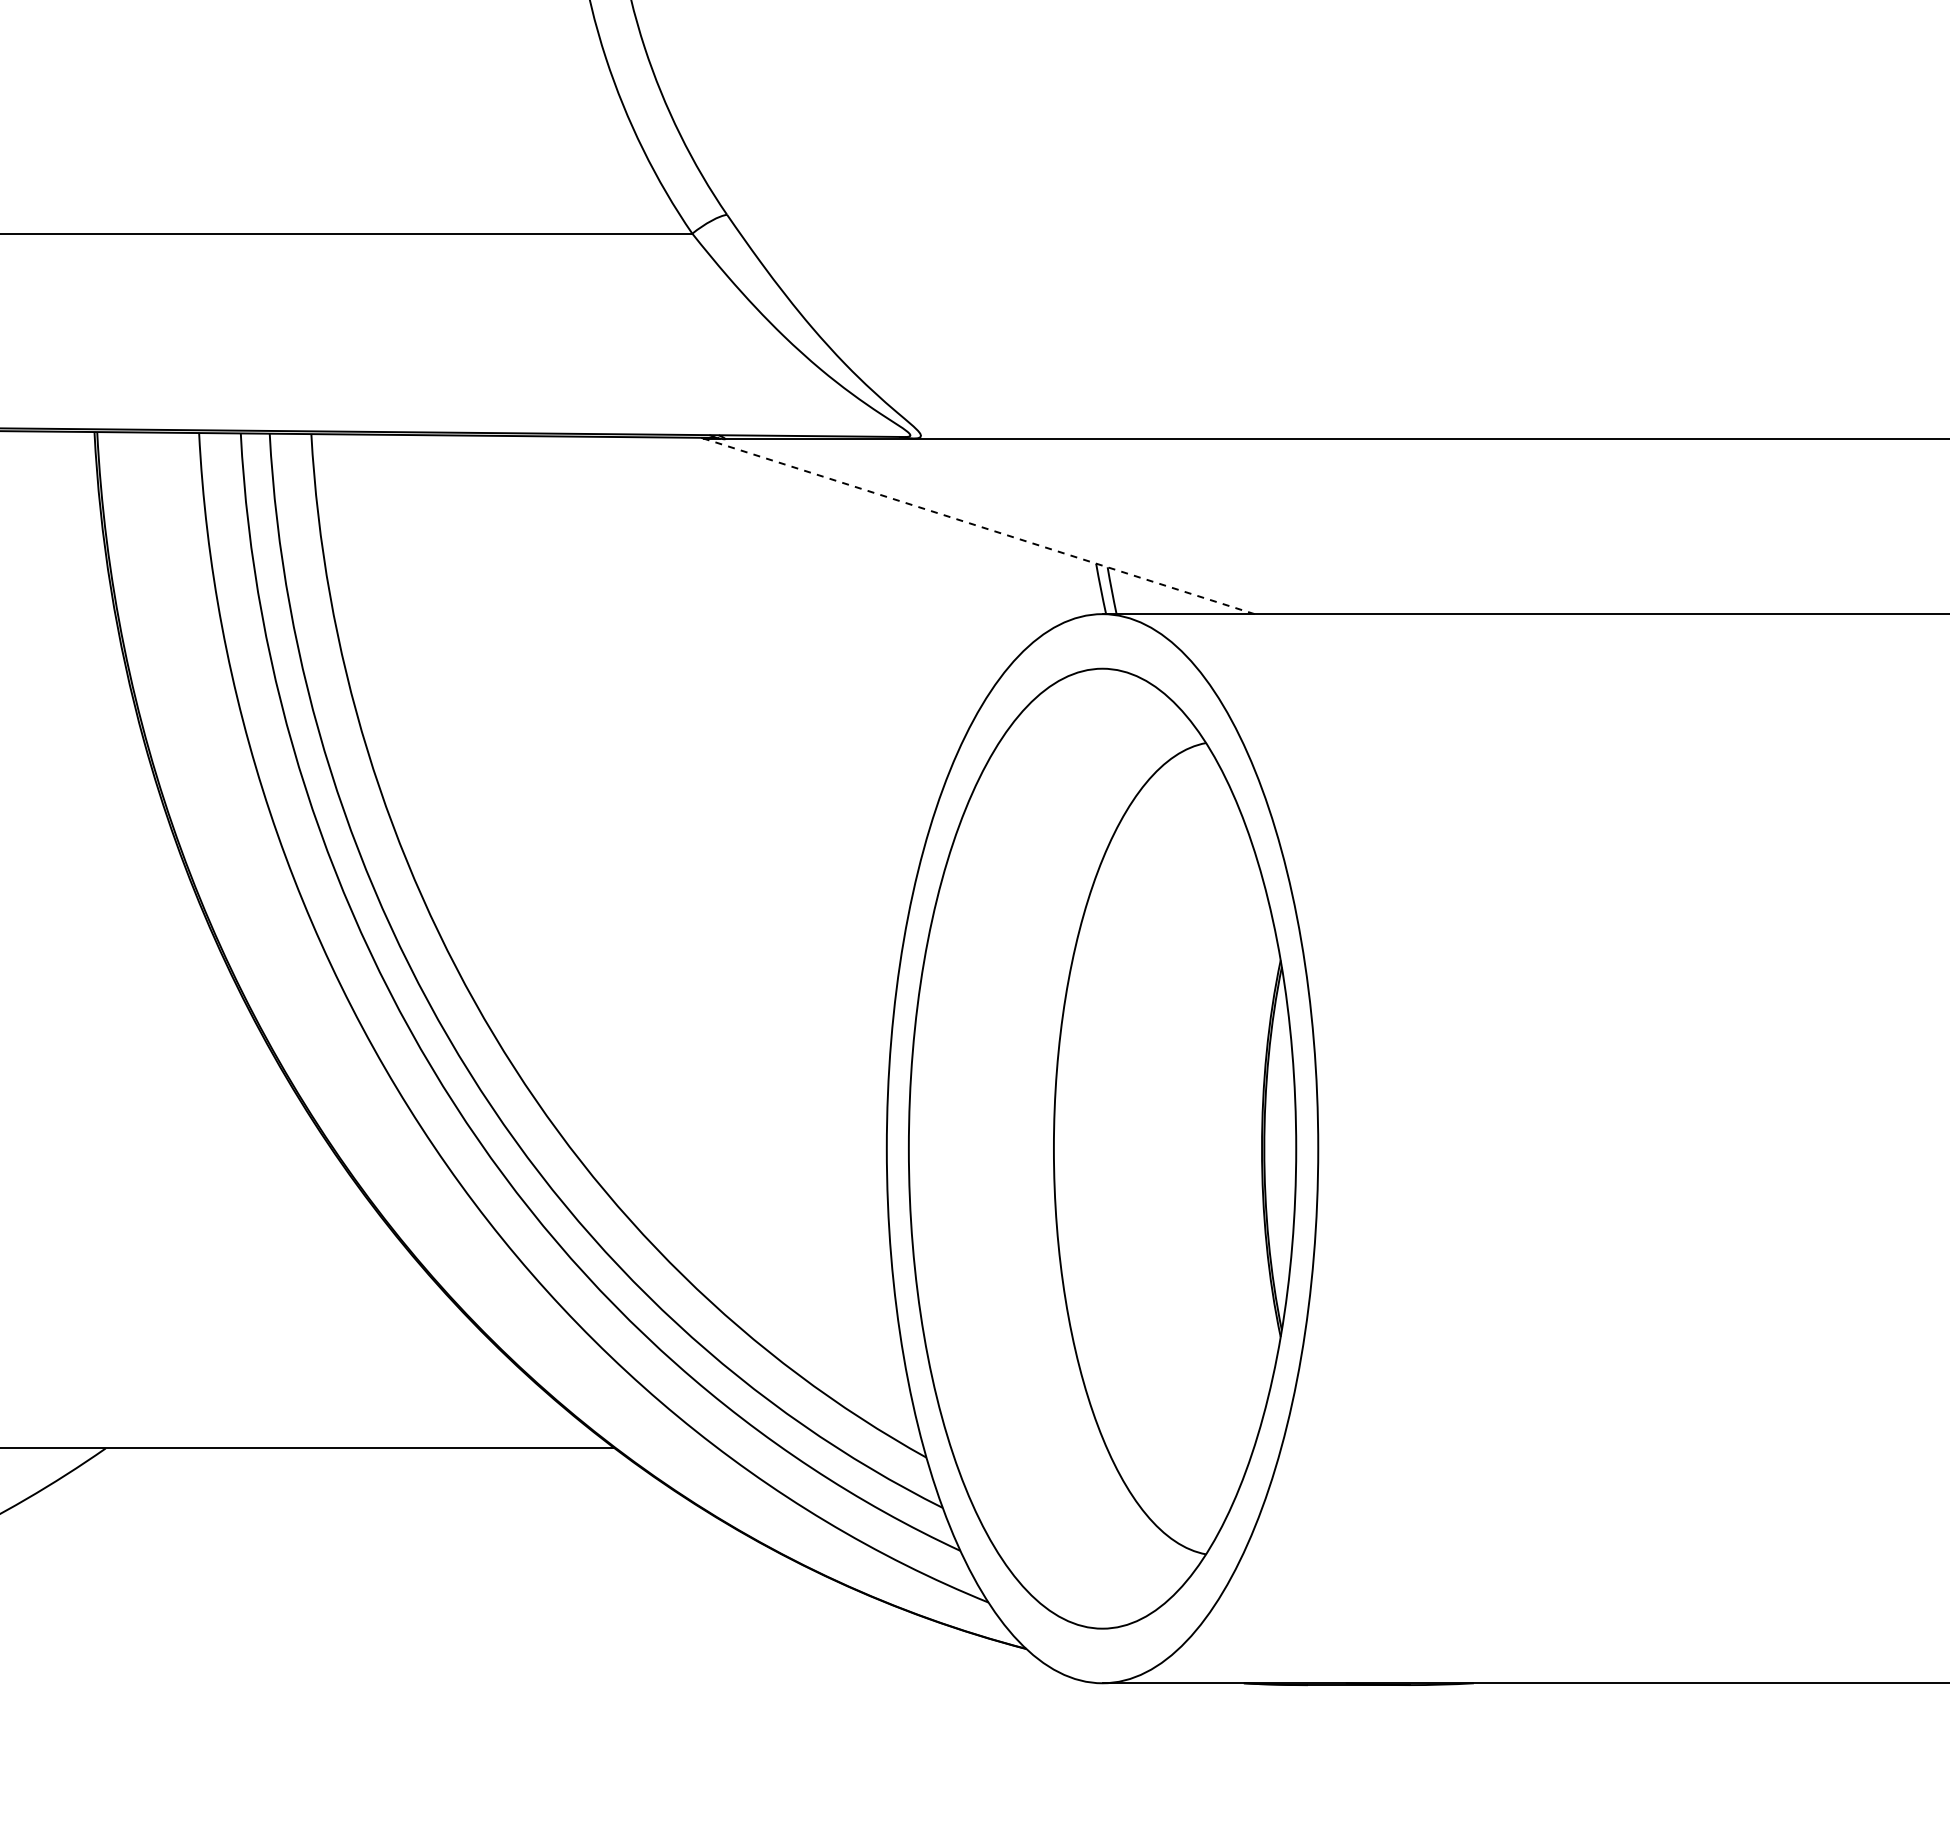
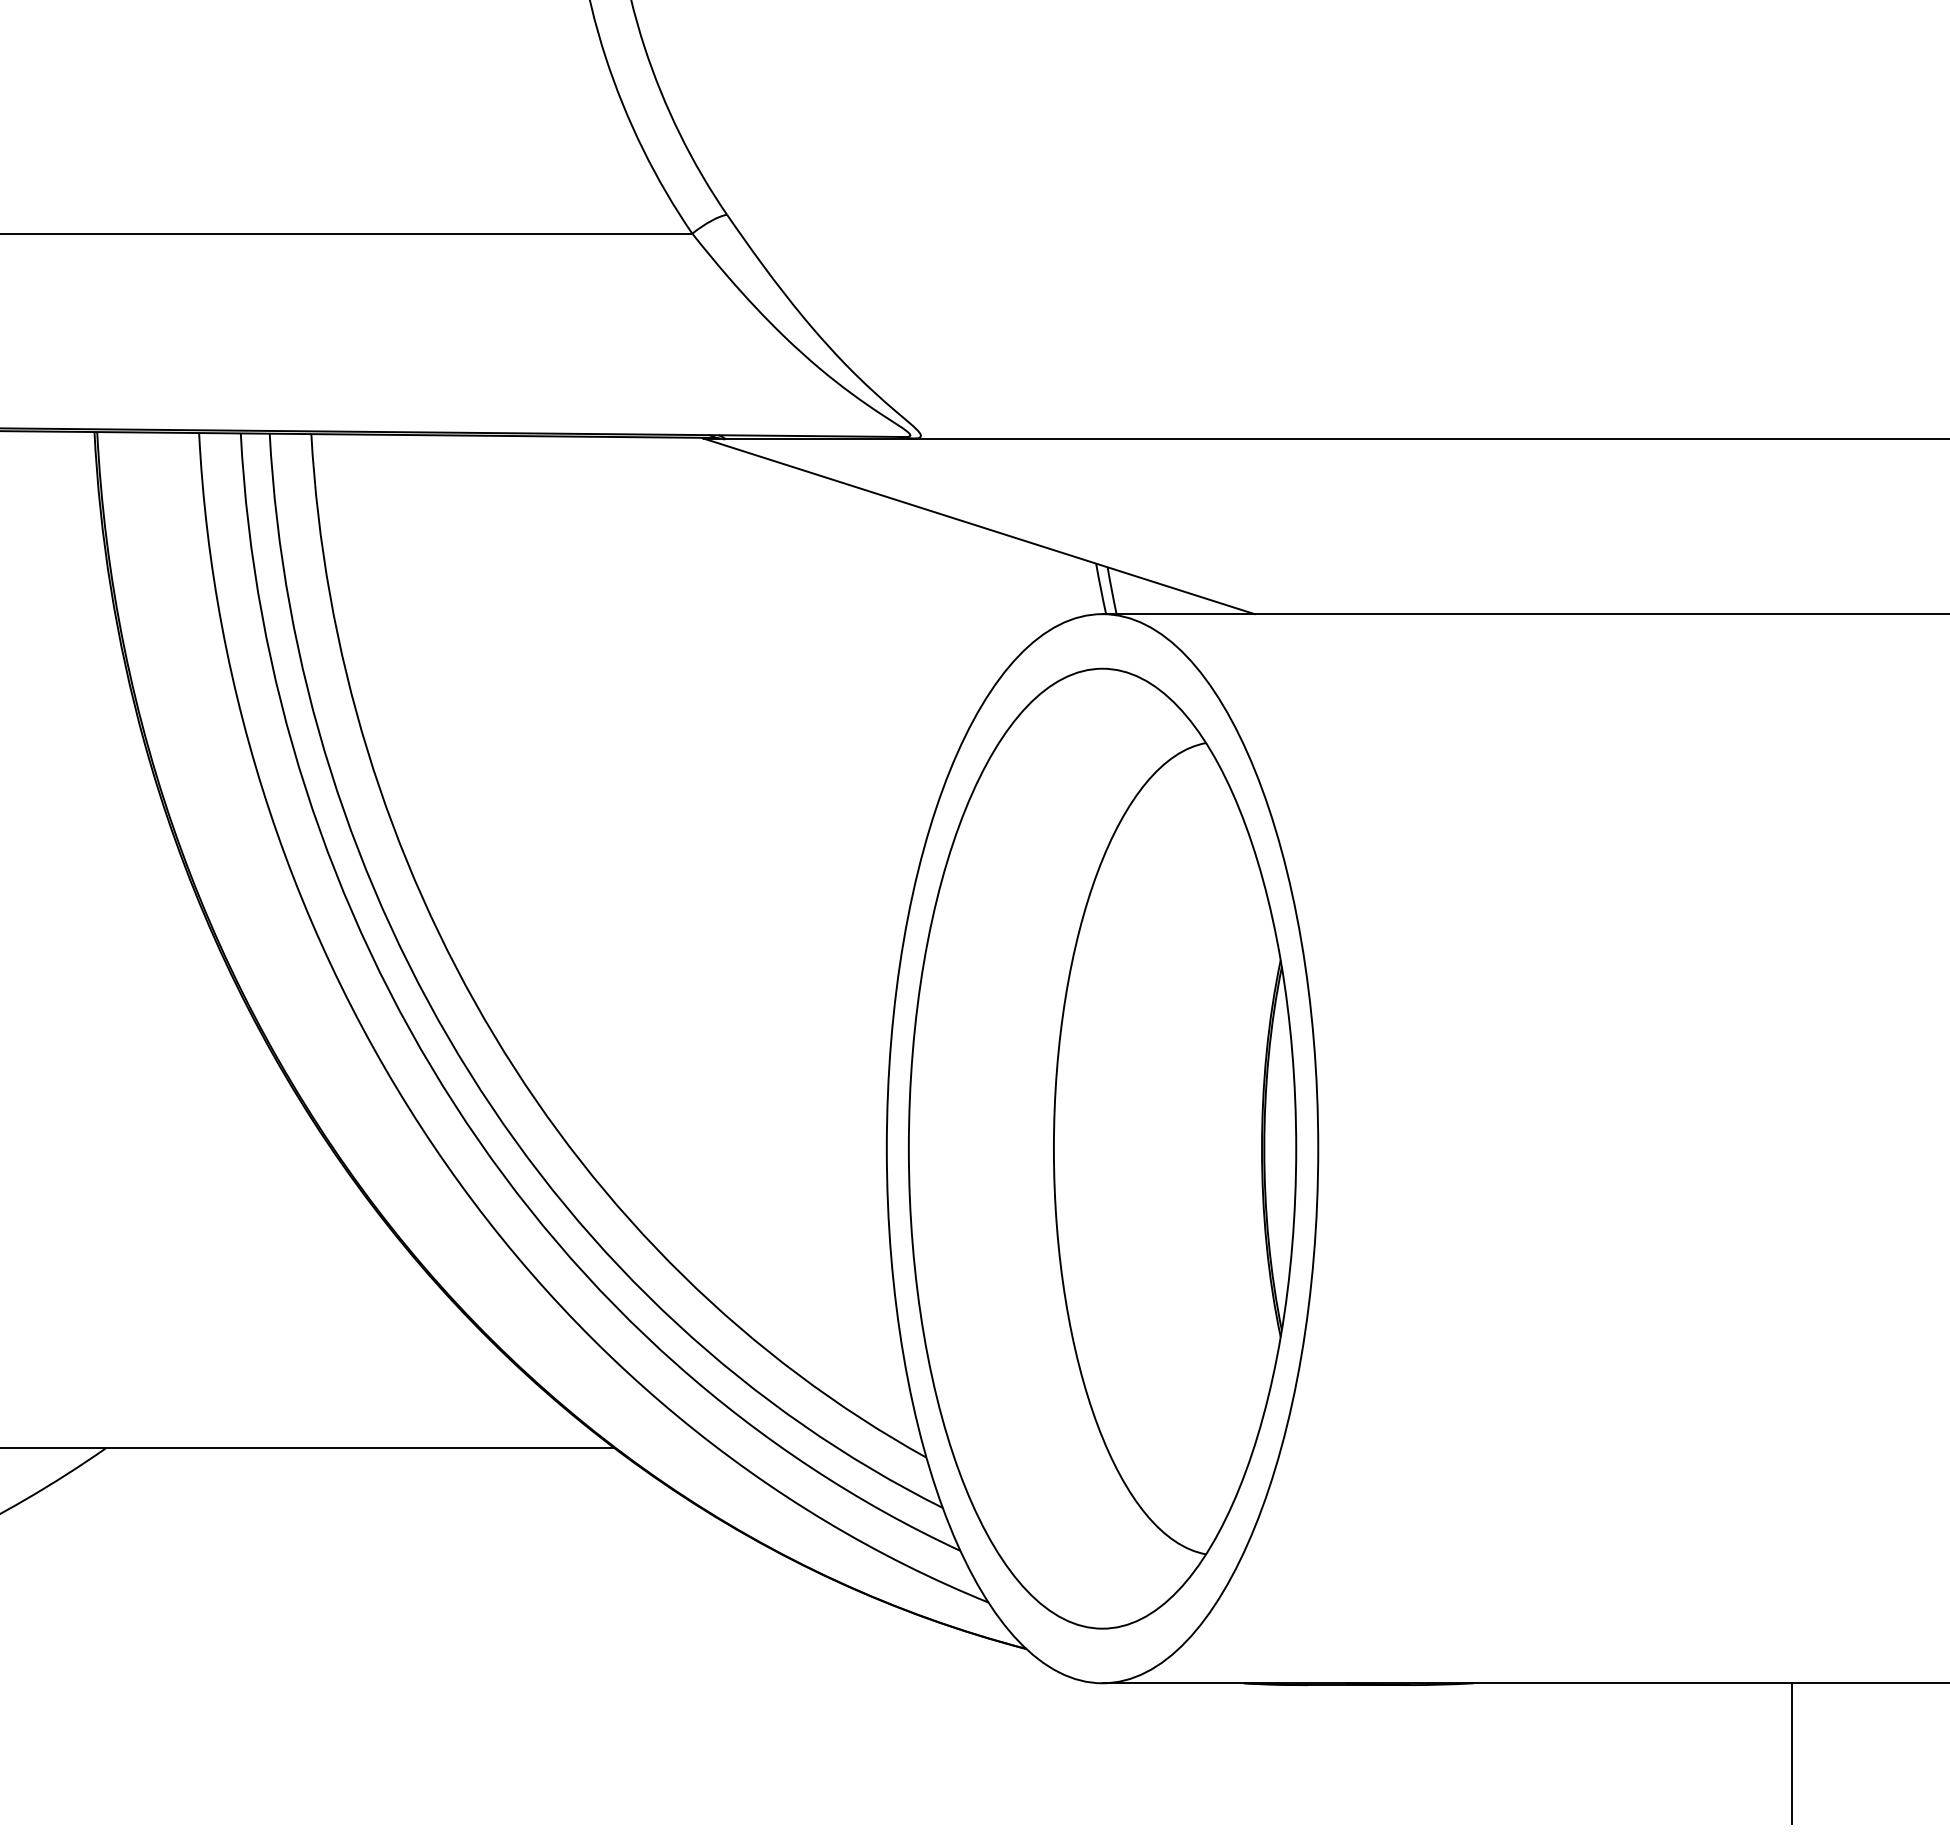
line at (978, 526): dashed -> solid
line at (1792, 1753): none -> present
